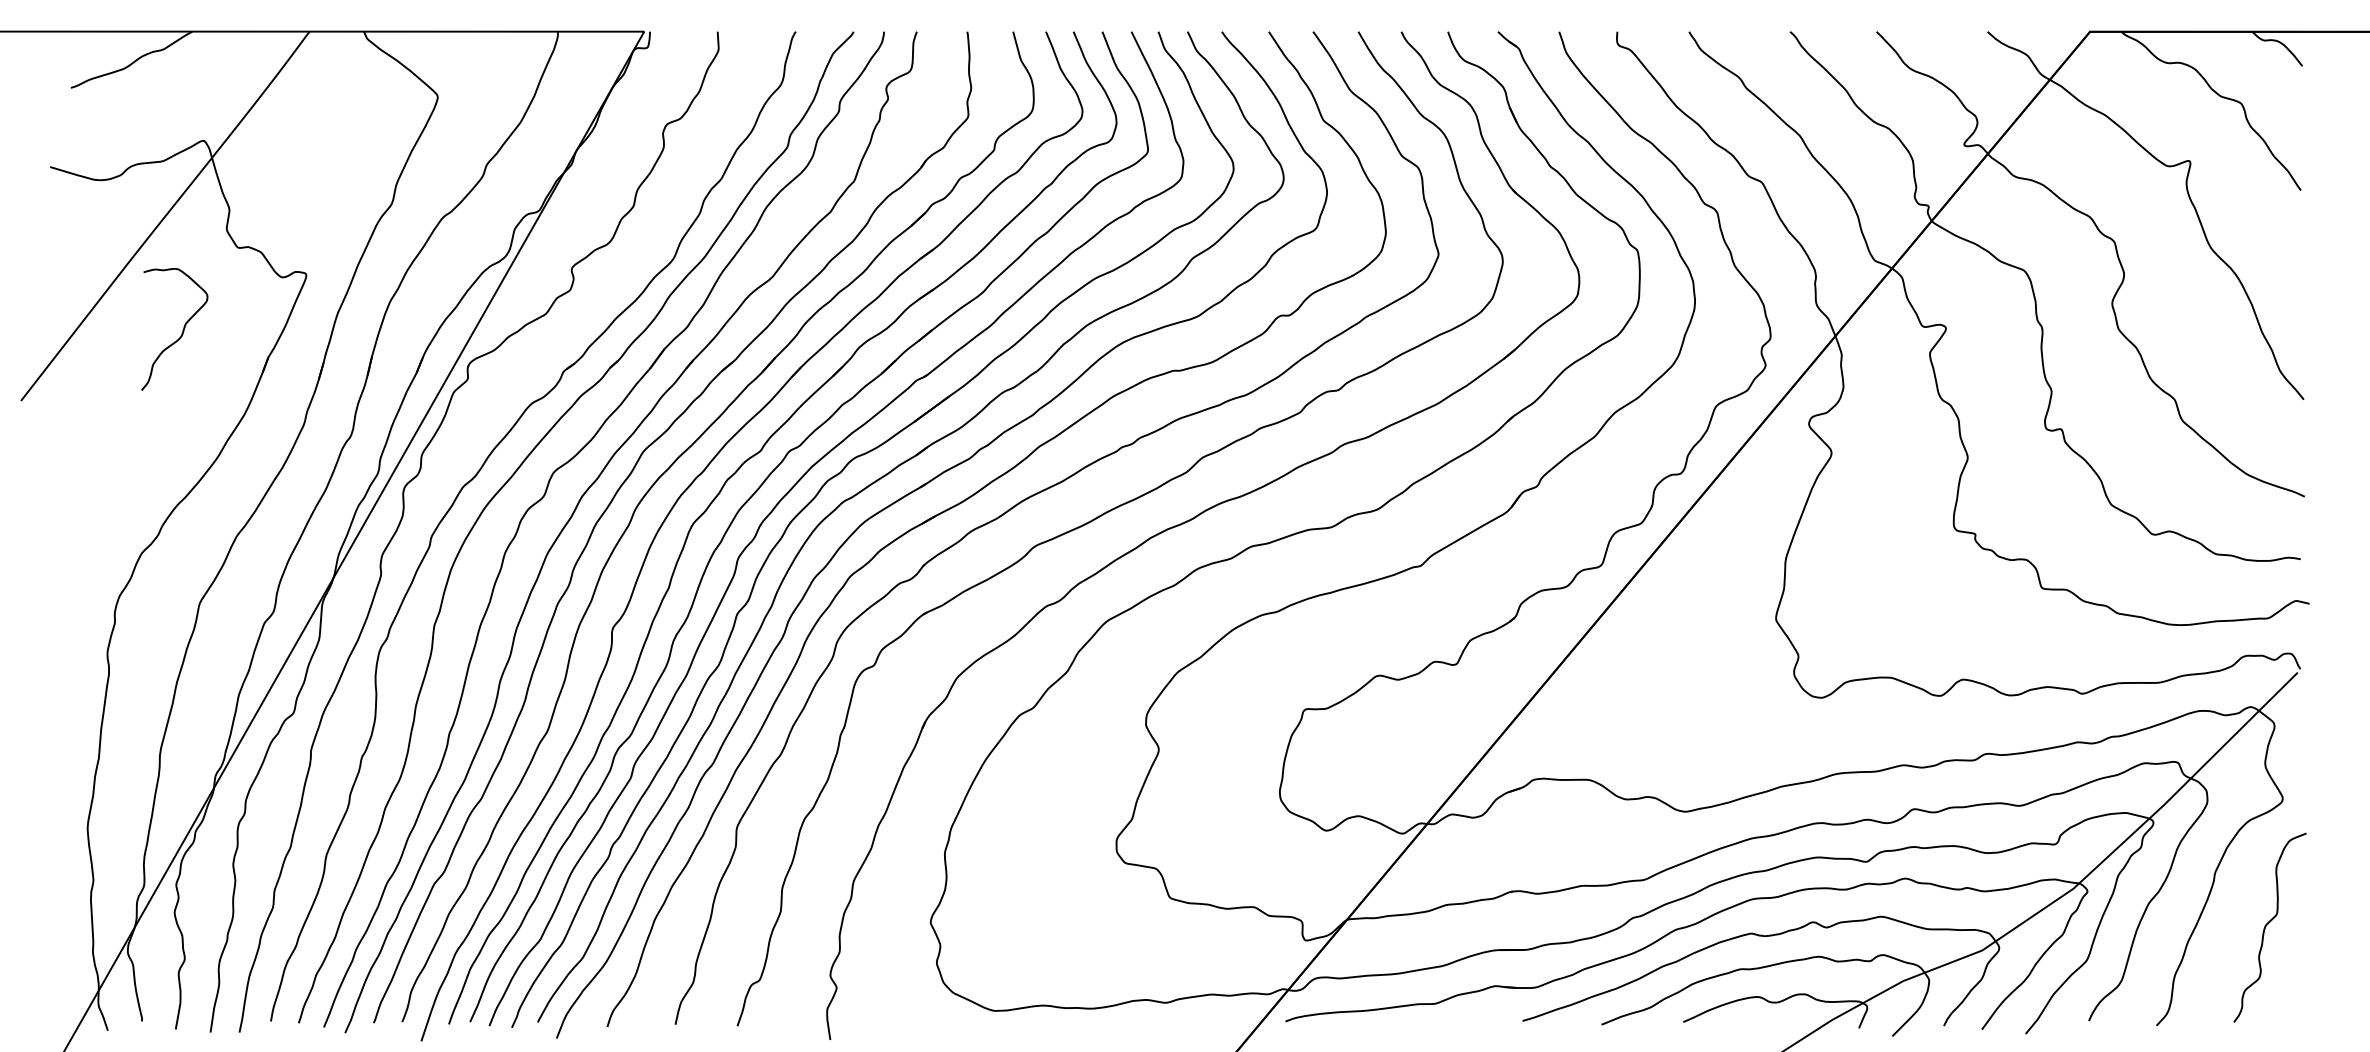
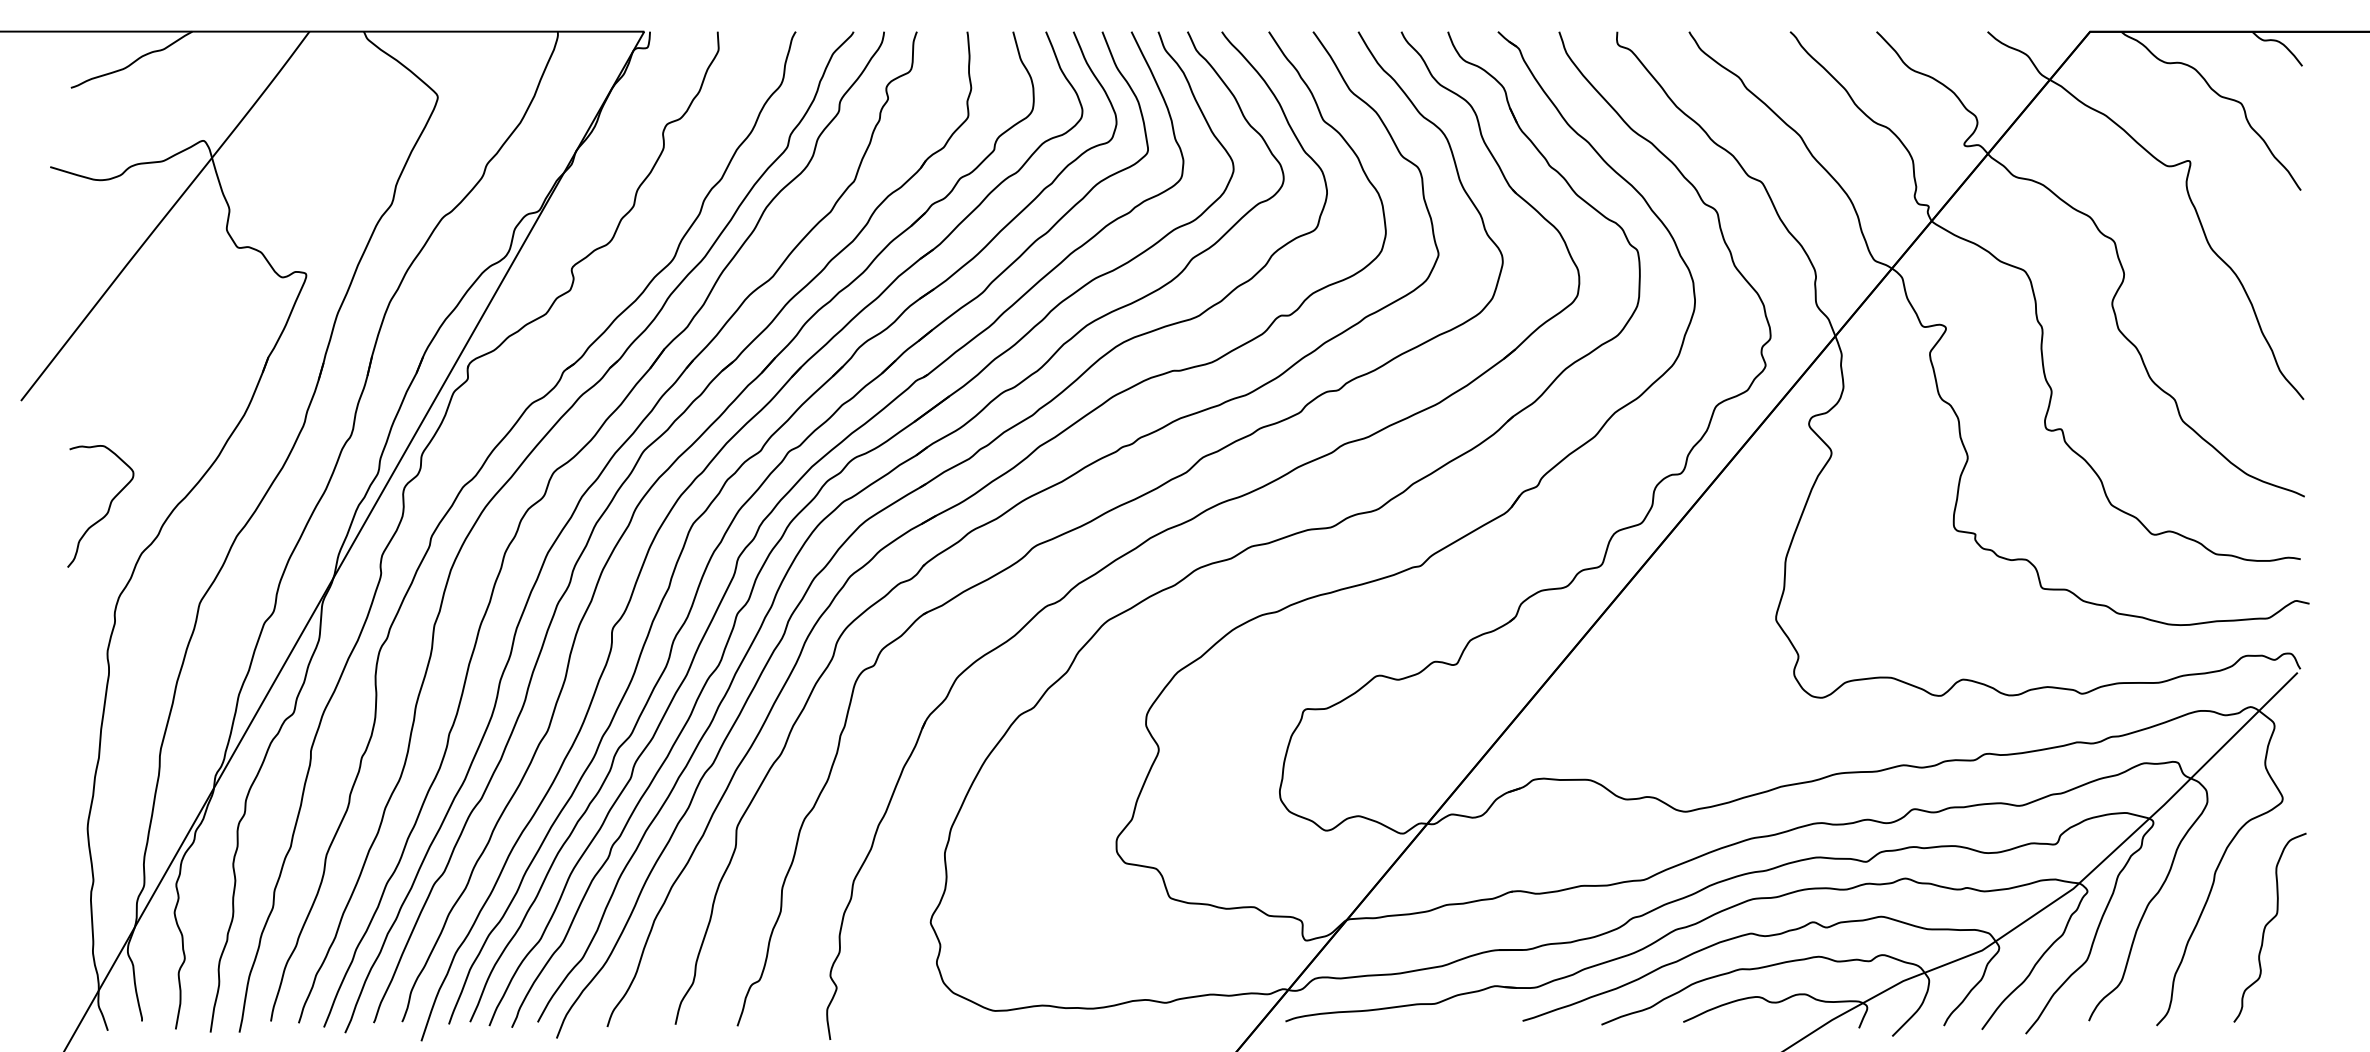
curve at (182, 330) position: (182, 330) -> (108, 507)
